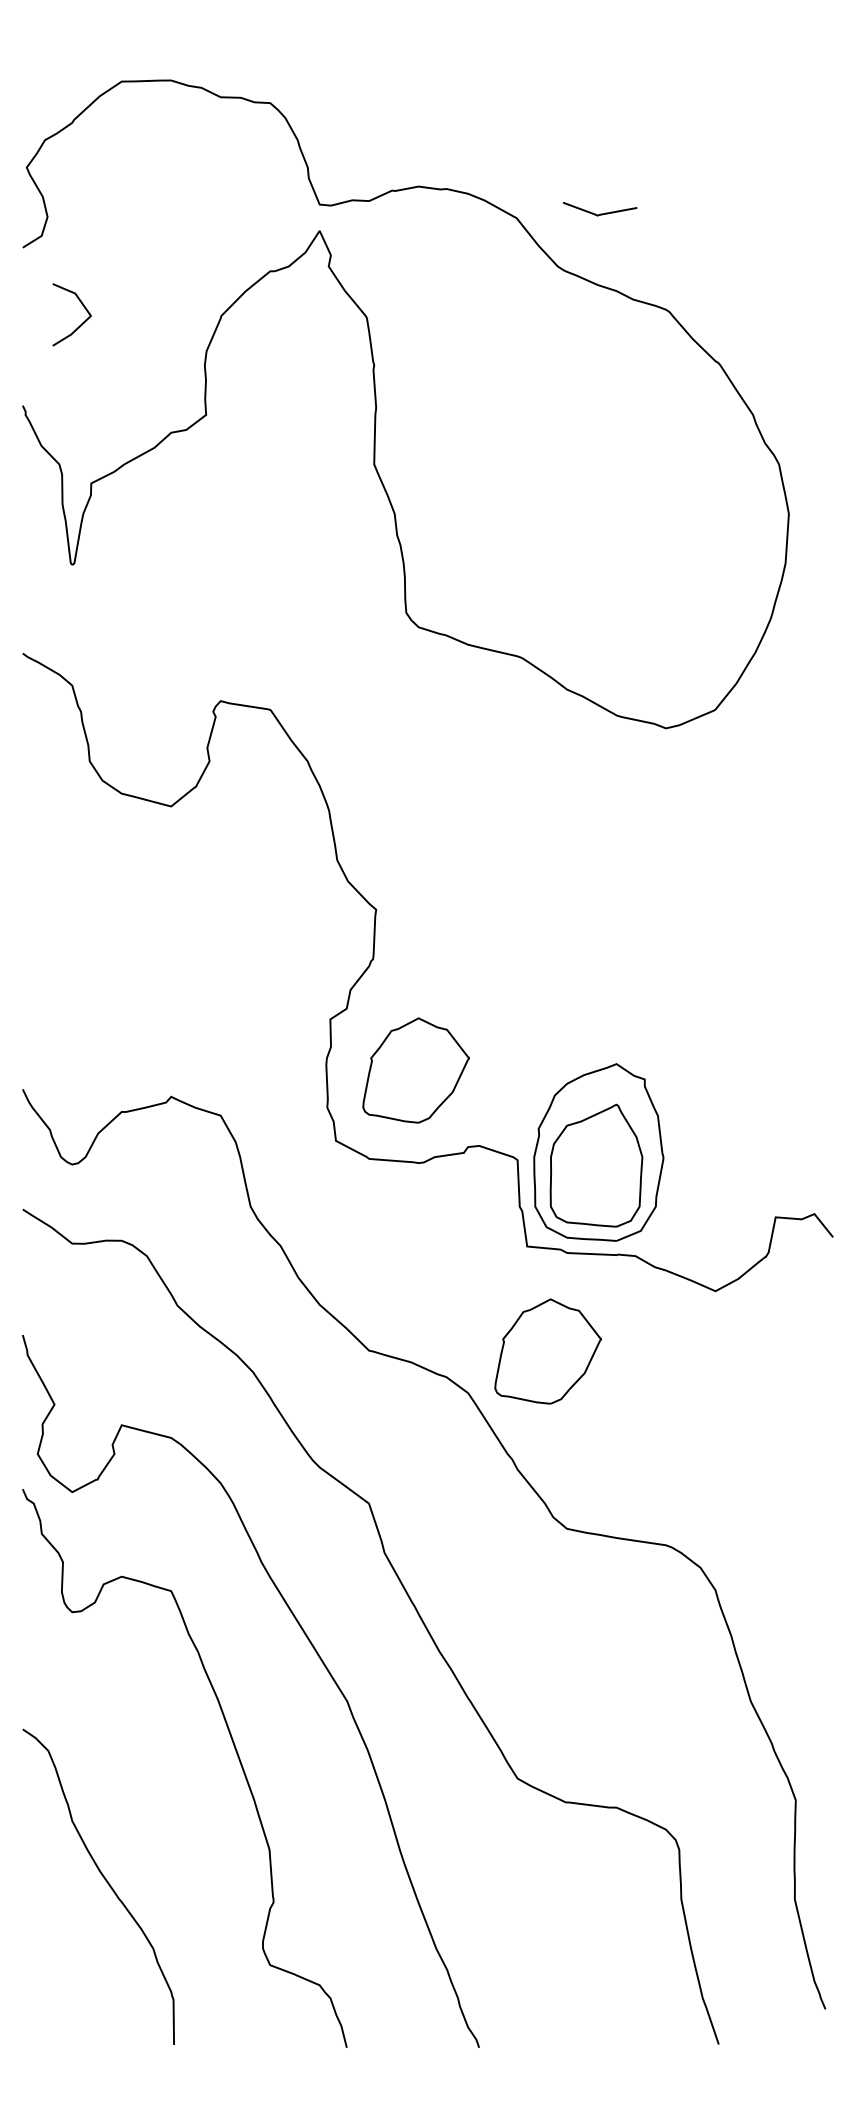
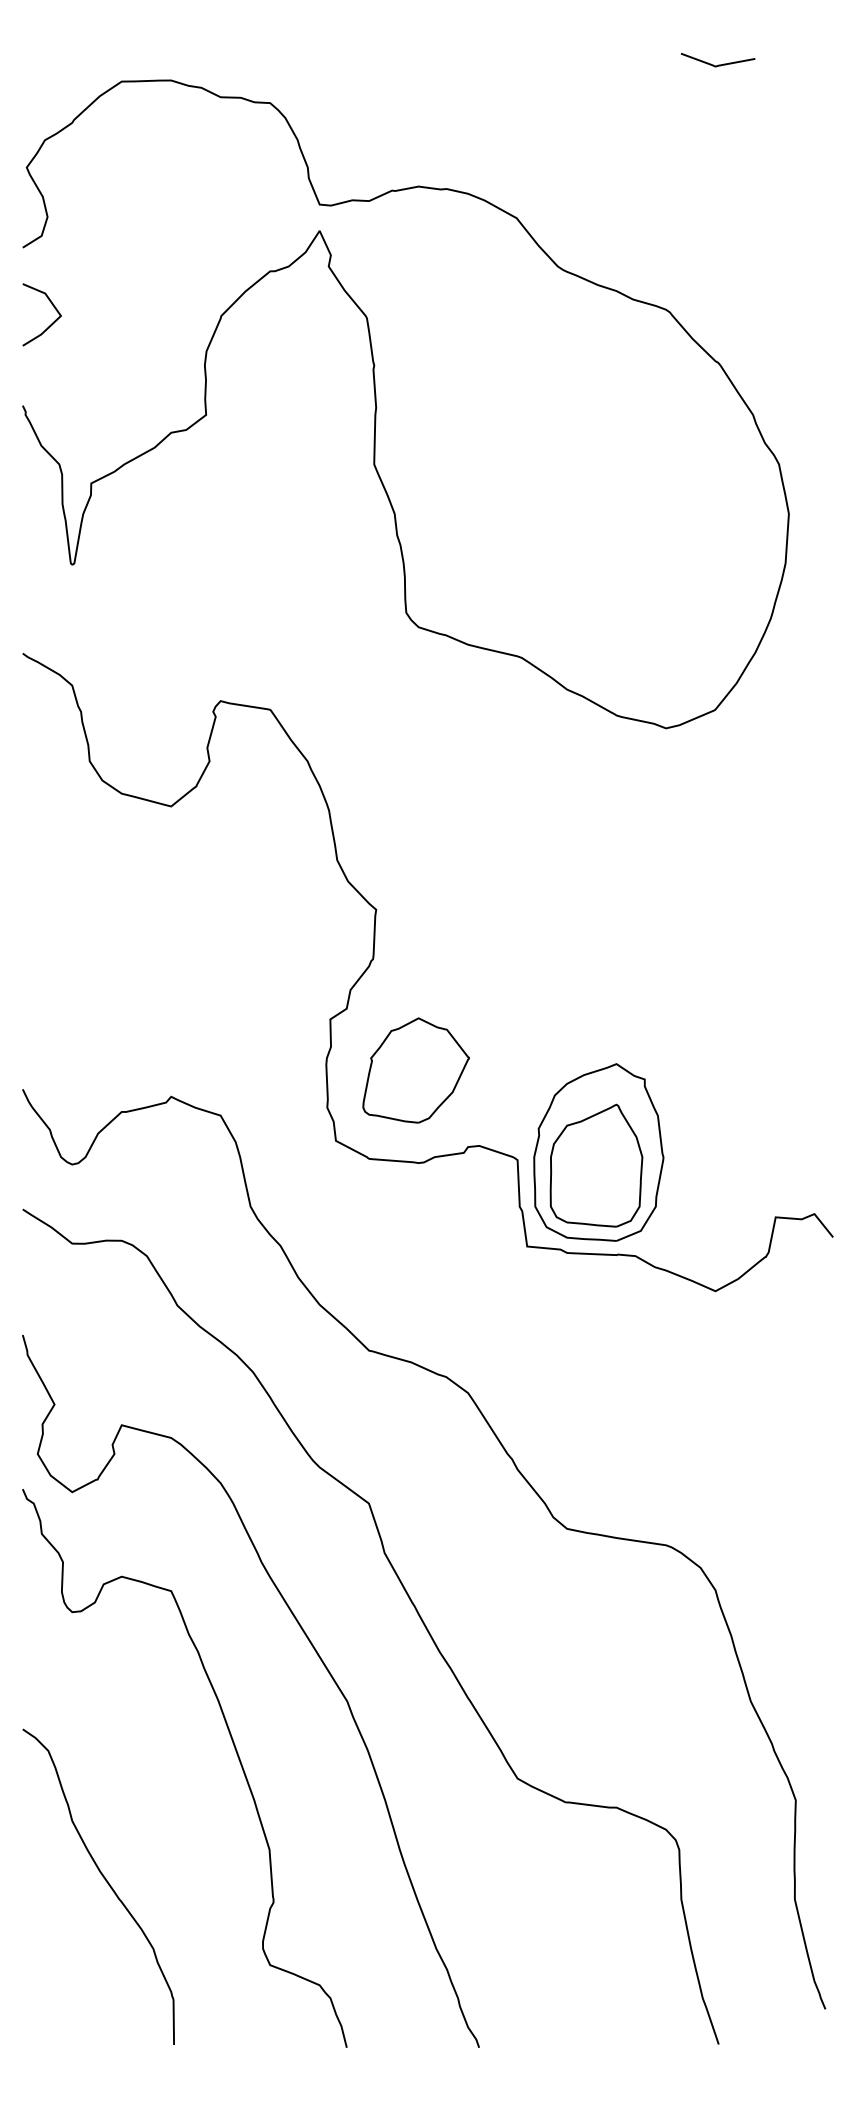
line at (600, 213) position: (600, 213) -> (718, 64)
line at (81, 323) position: (81, 323) -> (51, 323)
part at (547, 1351): present -> none
